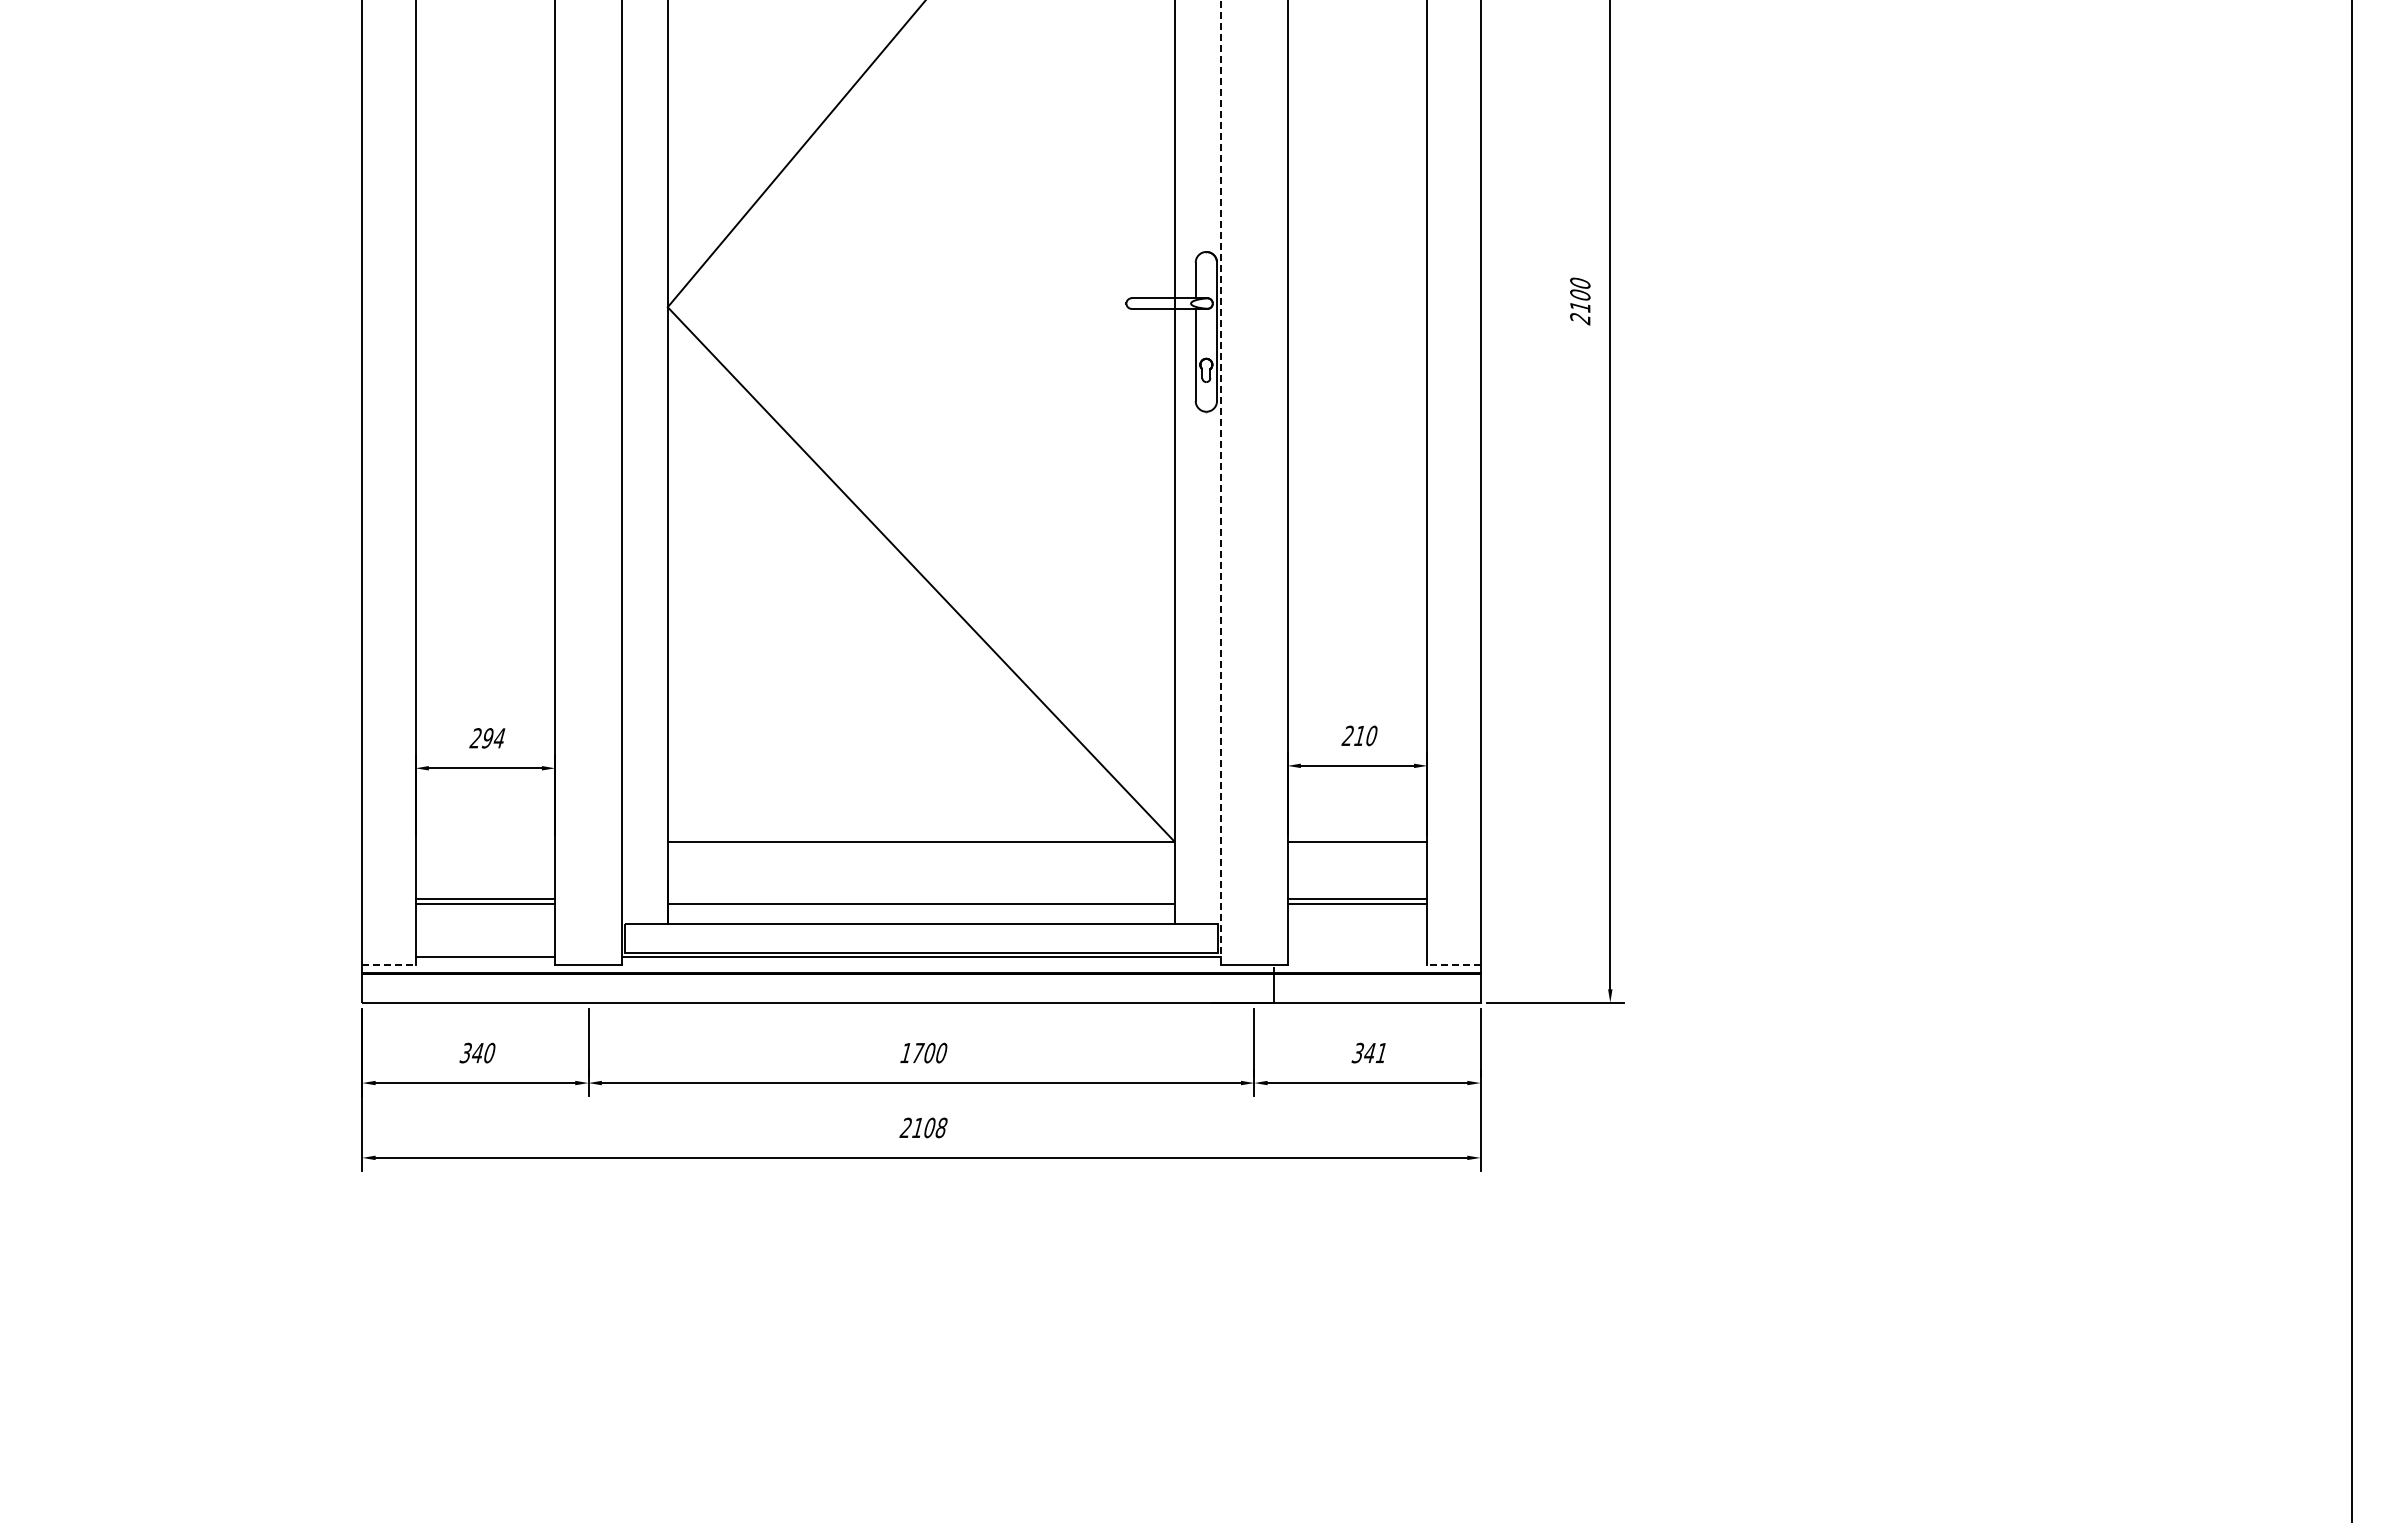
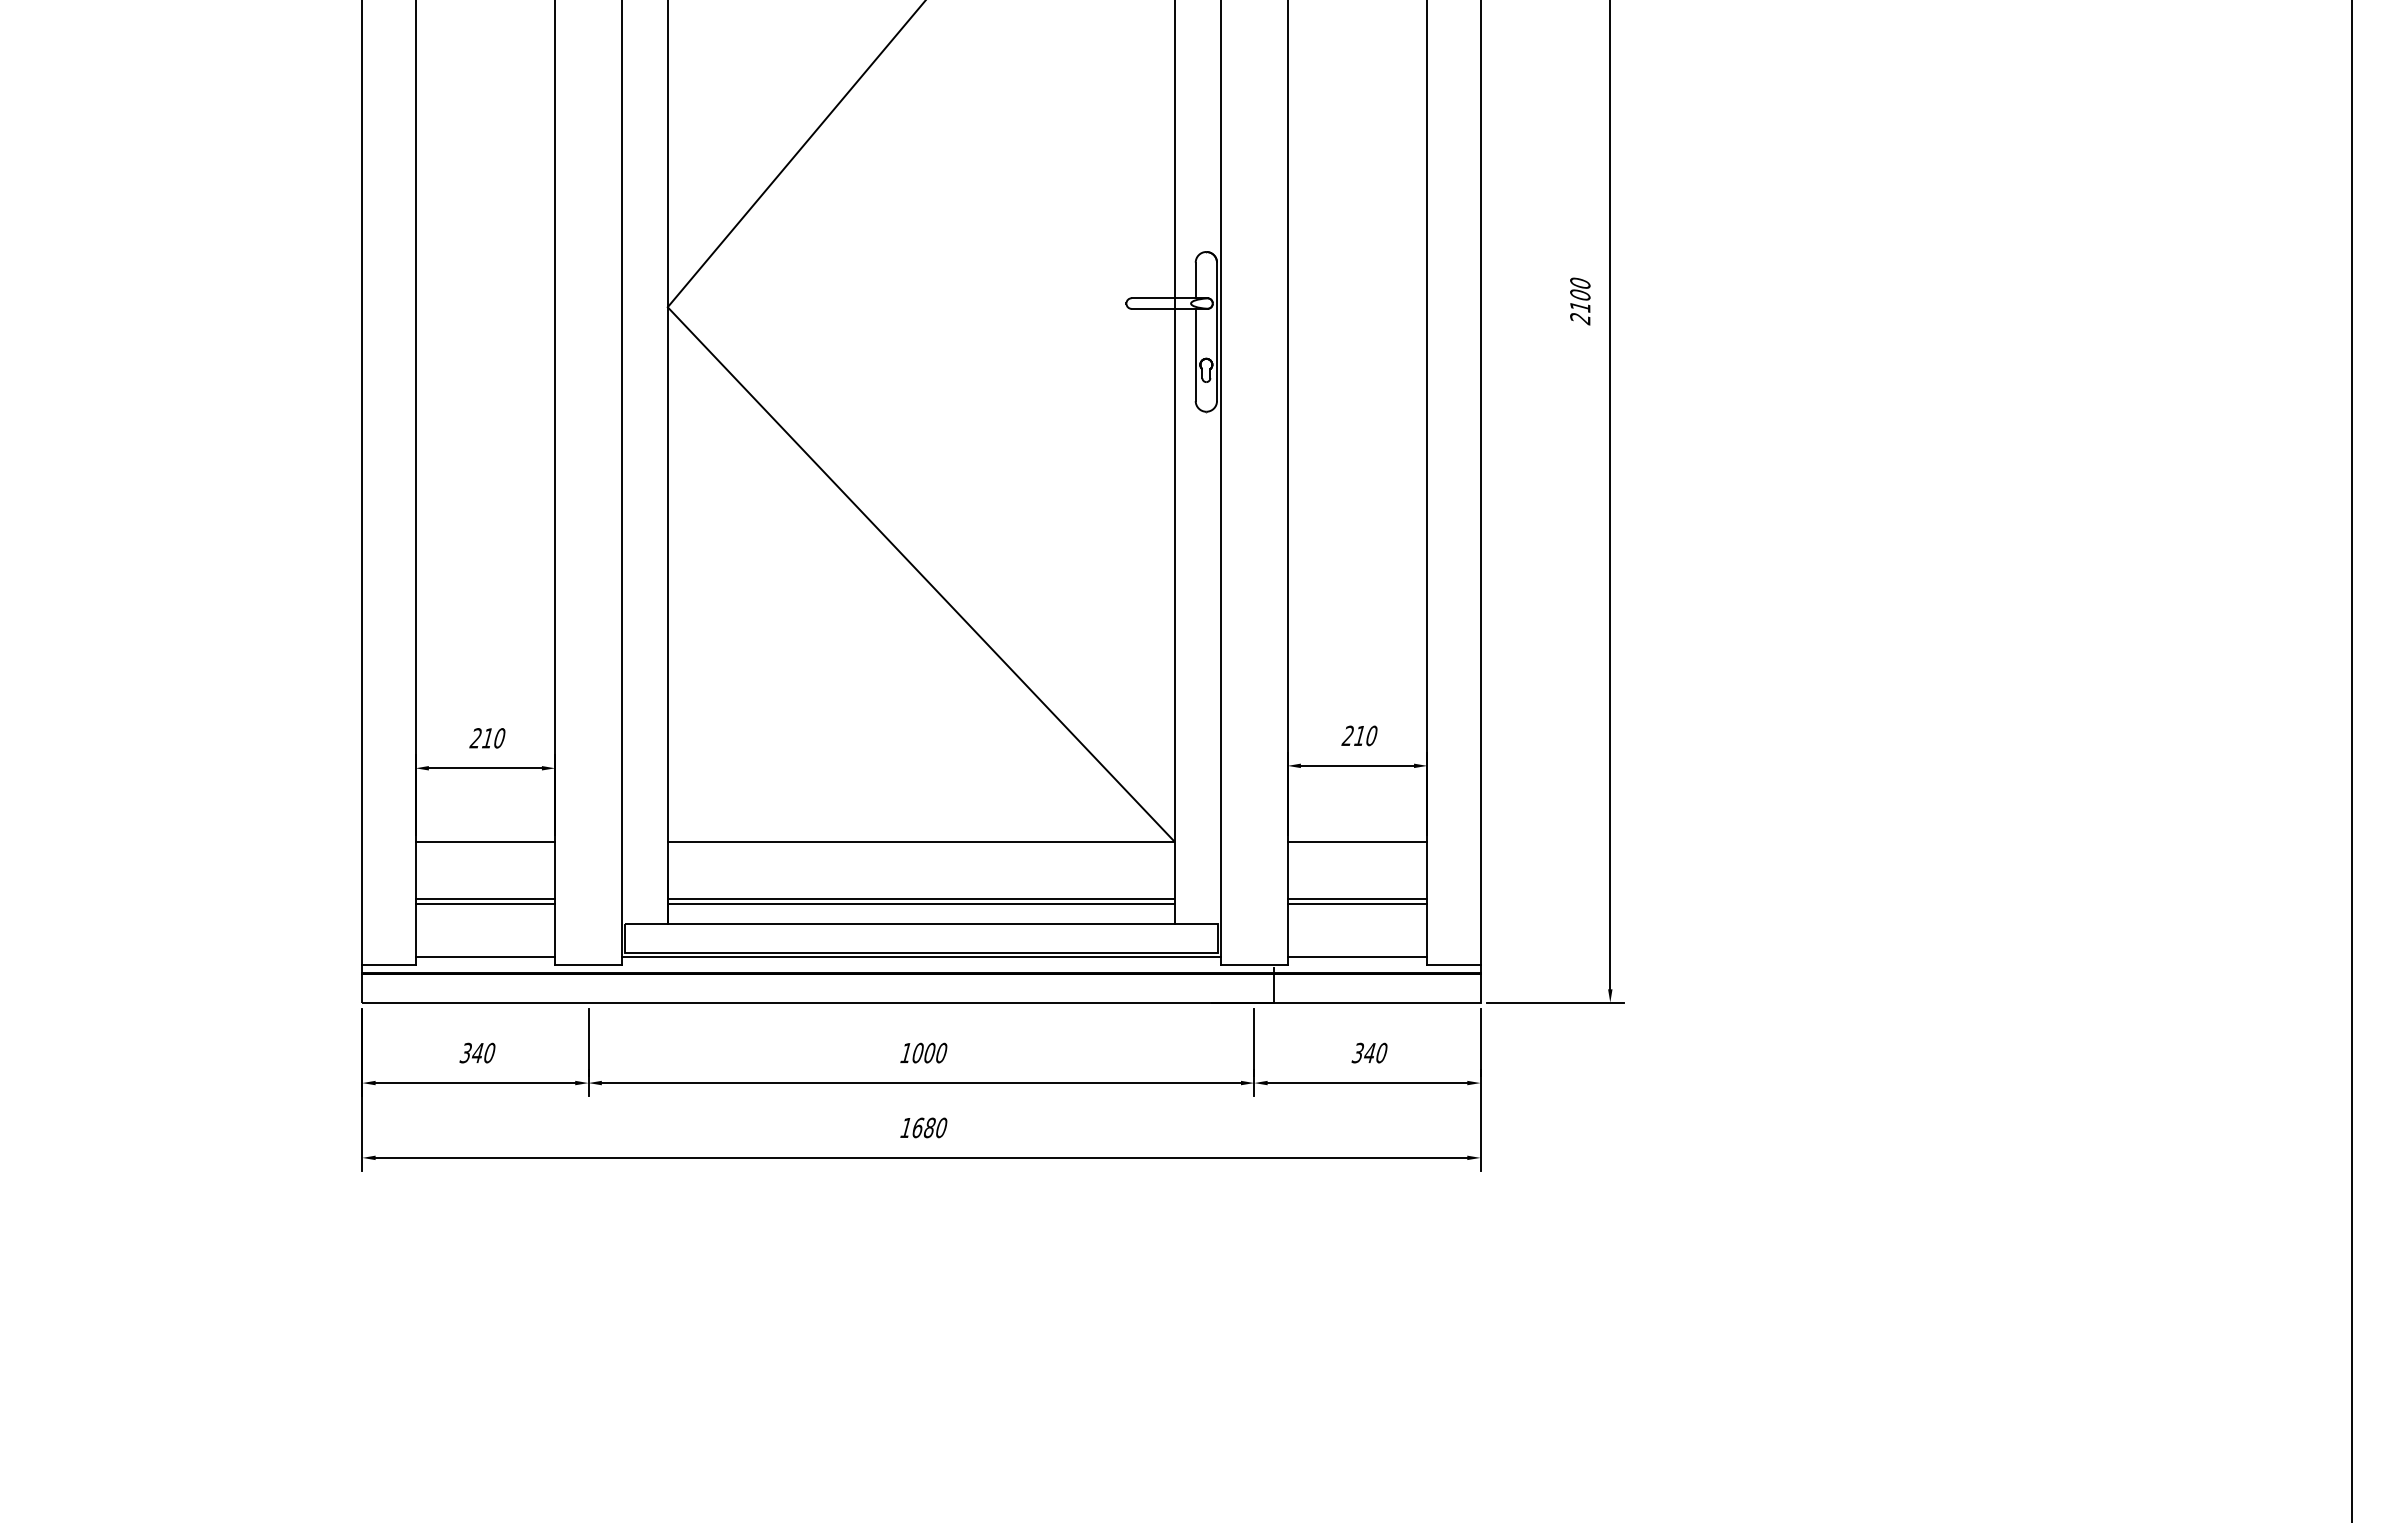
line at (1221, 482): dashed -> solid
text at (493, 738): 294 -> 210
line at (485, 841): none -> present
line at (920, 899): none -> present
line at (1357, 957): none -> present
line at (388, 964): dashed -> solid
line at (1453, 964): dashed -> solid
text at (918, 1052): 1700 -> 1000
text at (1381, 1052): 341 -> 340
text at (923, 1127): 2108 -> 1680
